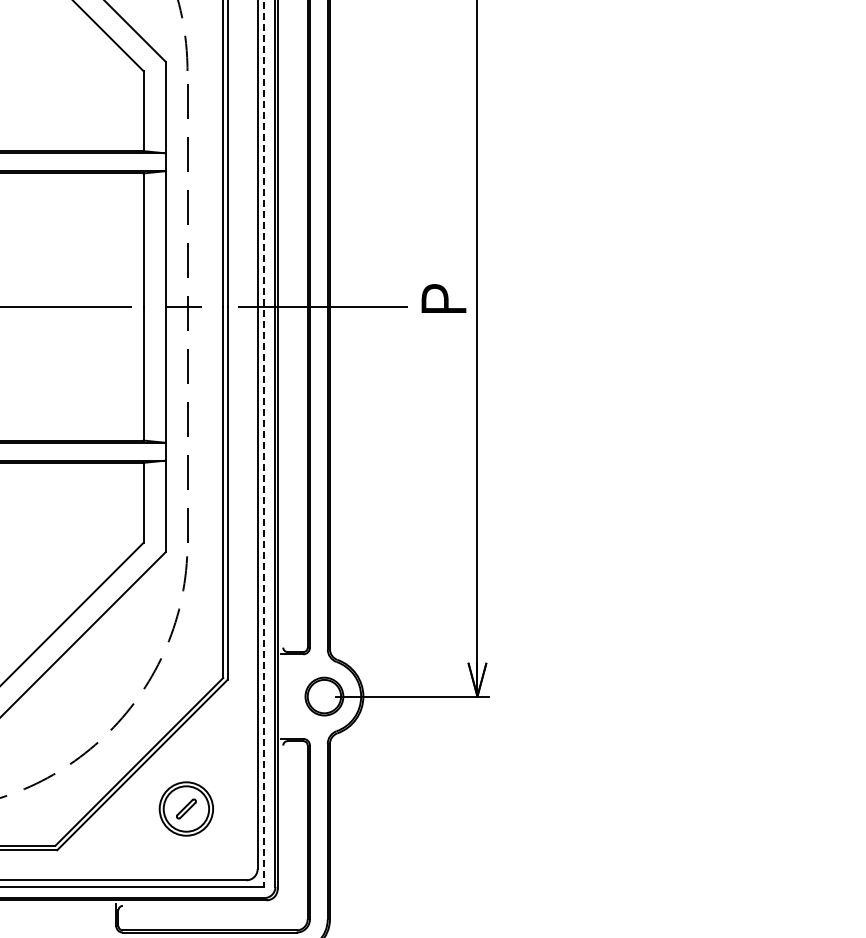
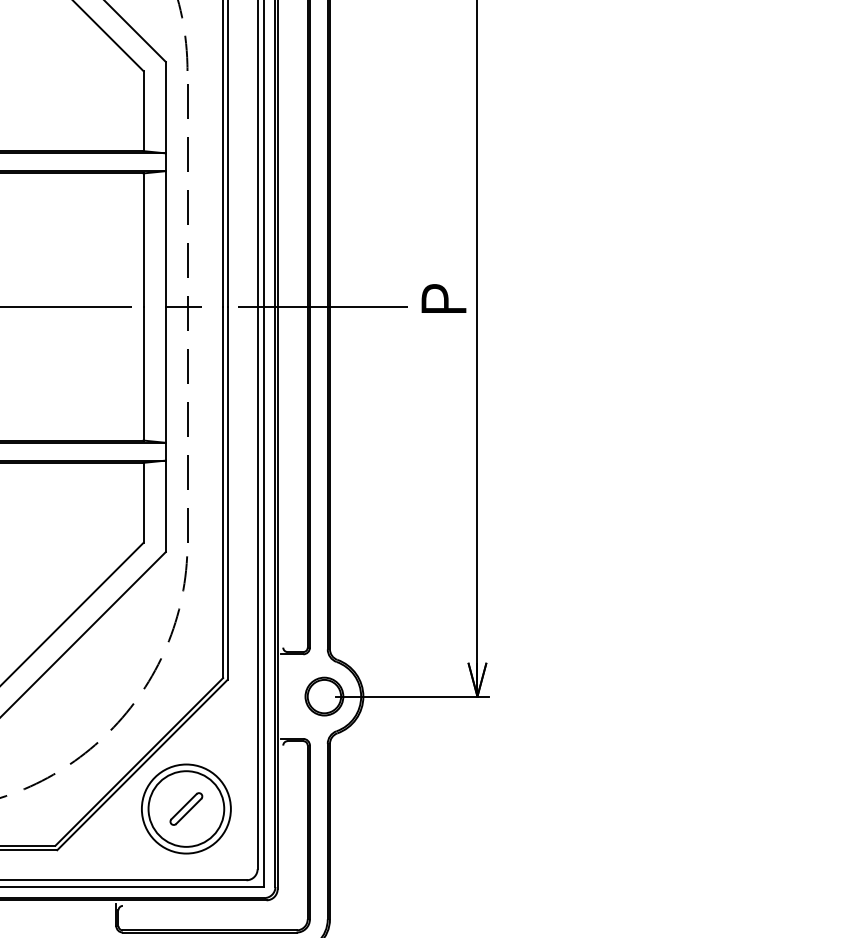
line at (264, 443): dashed -> solid
part at (185, 808) size: 56x56 px -> 91x92 px
